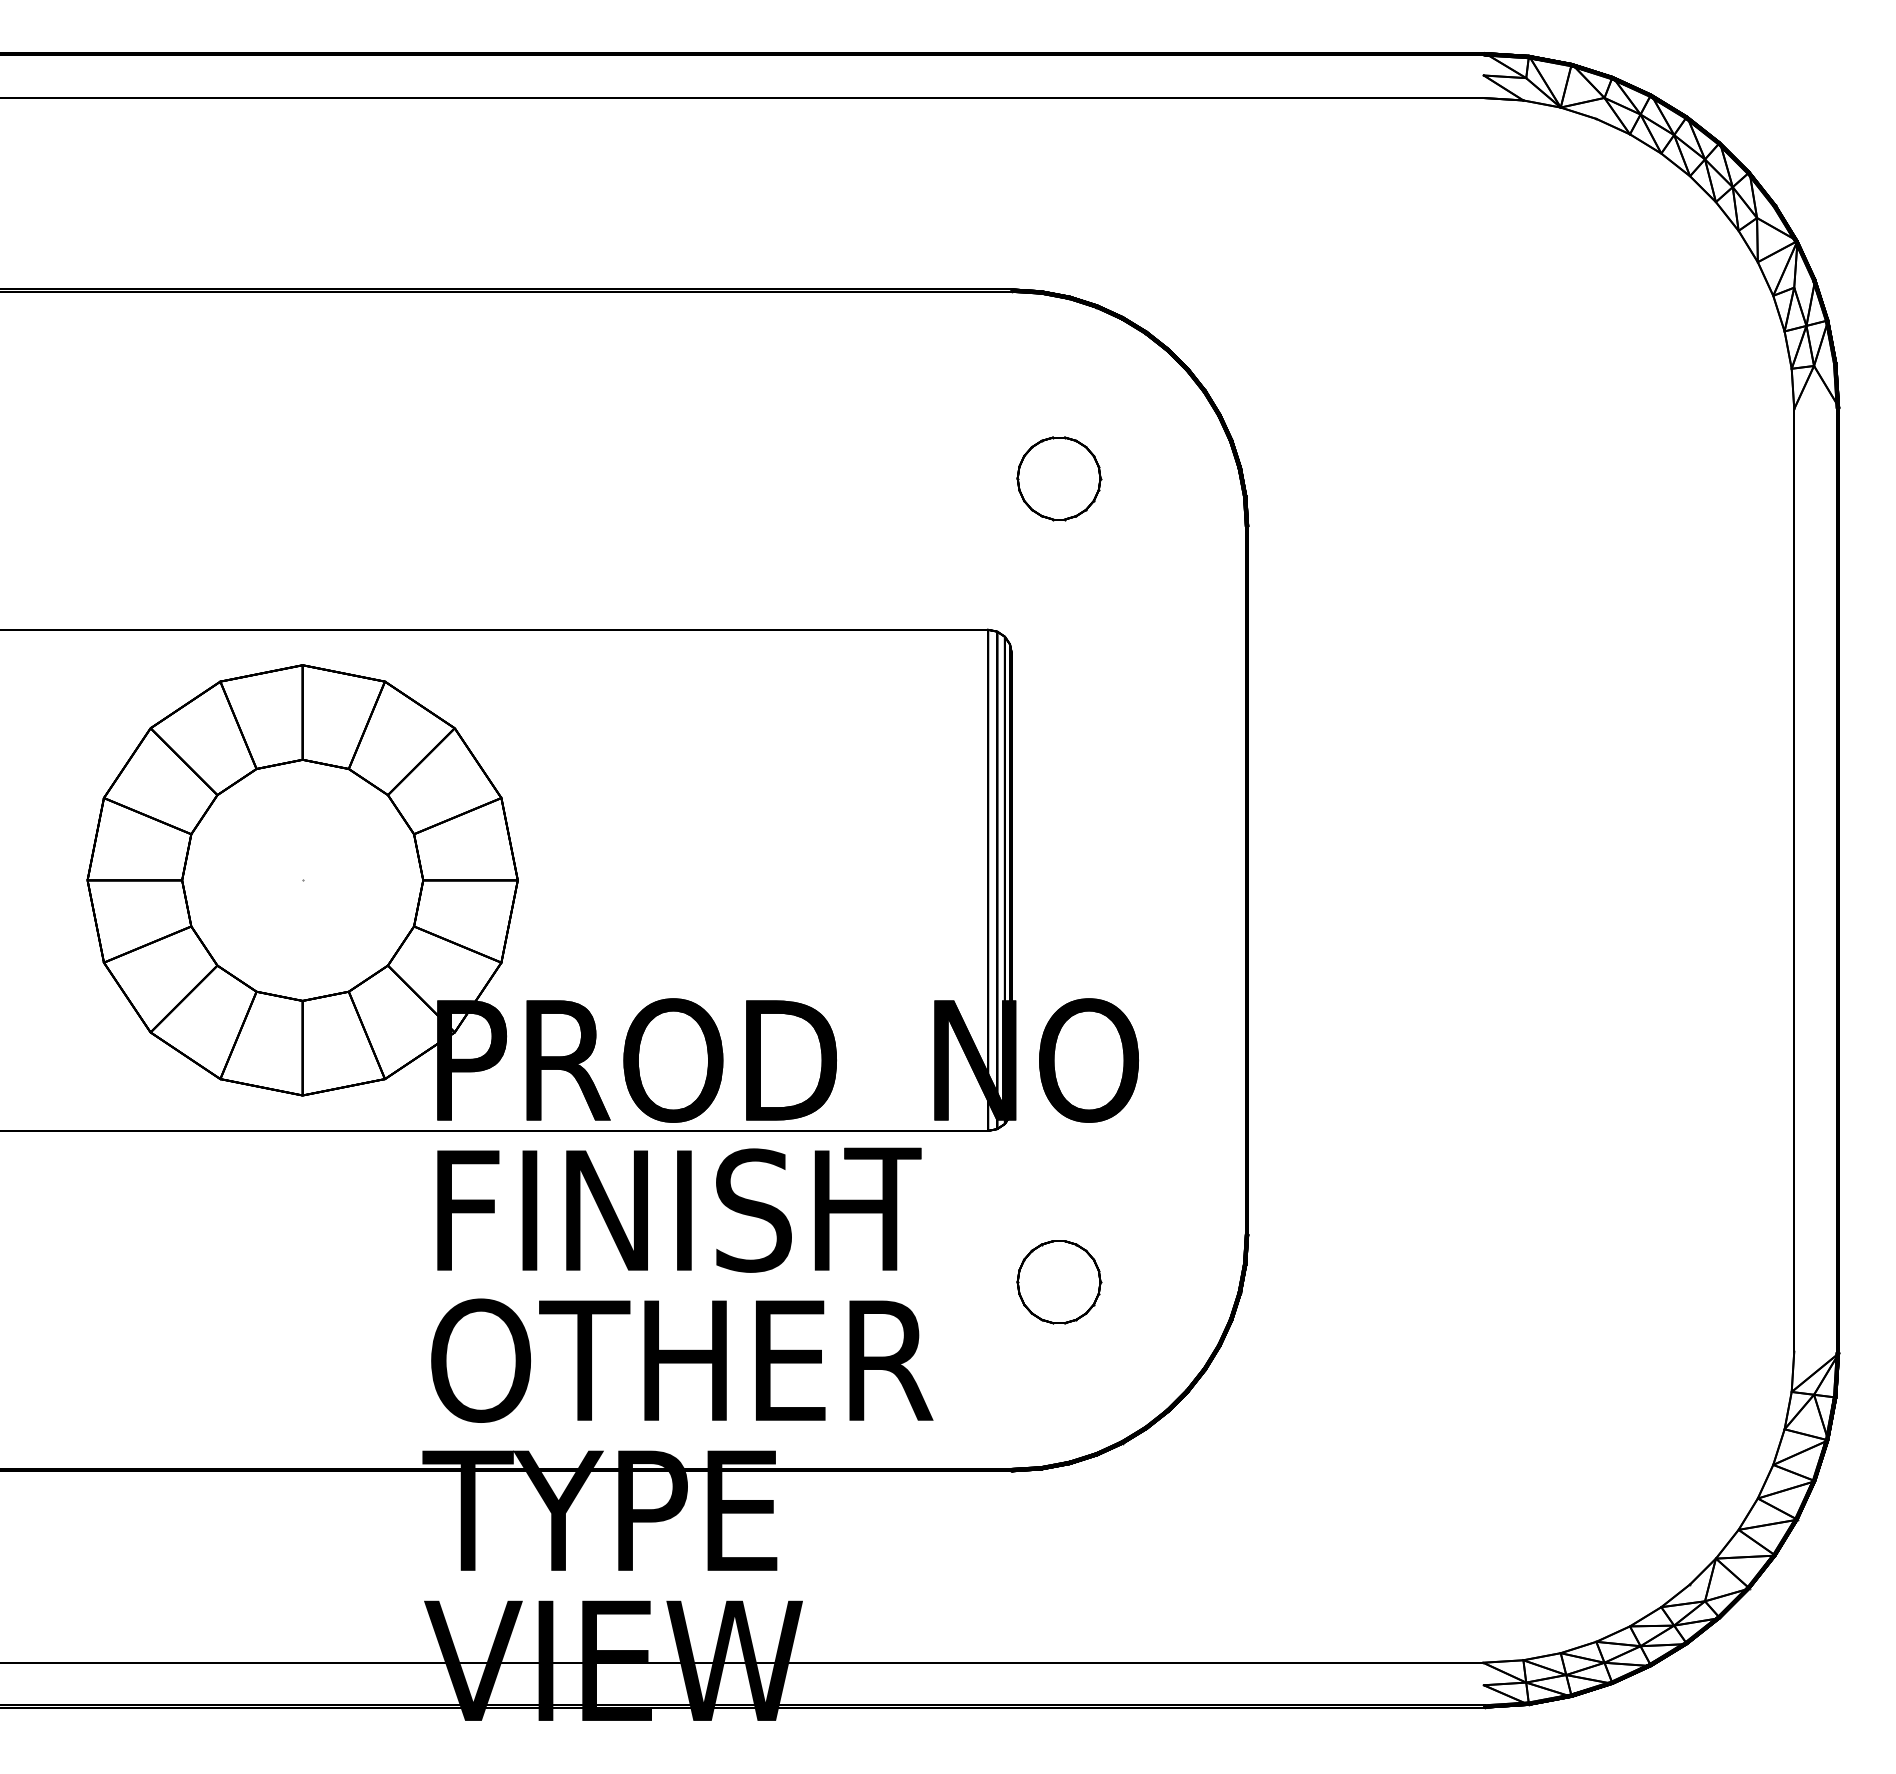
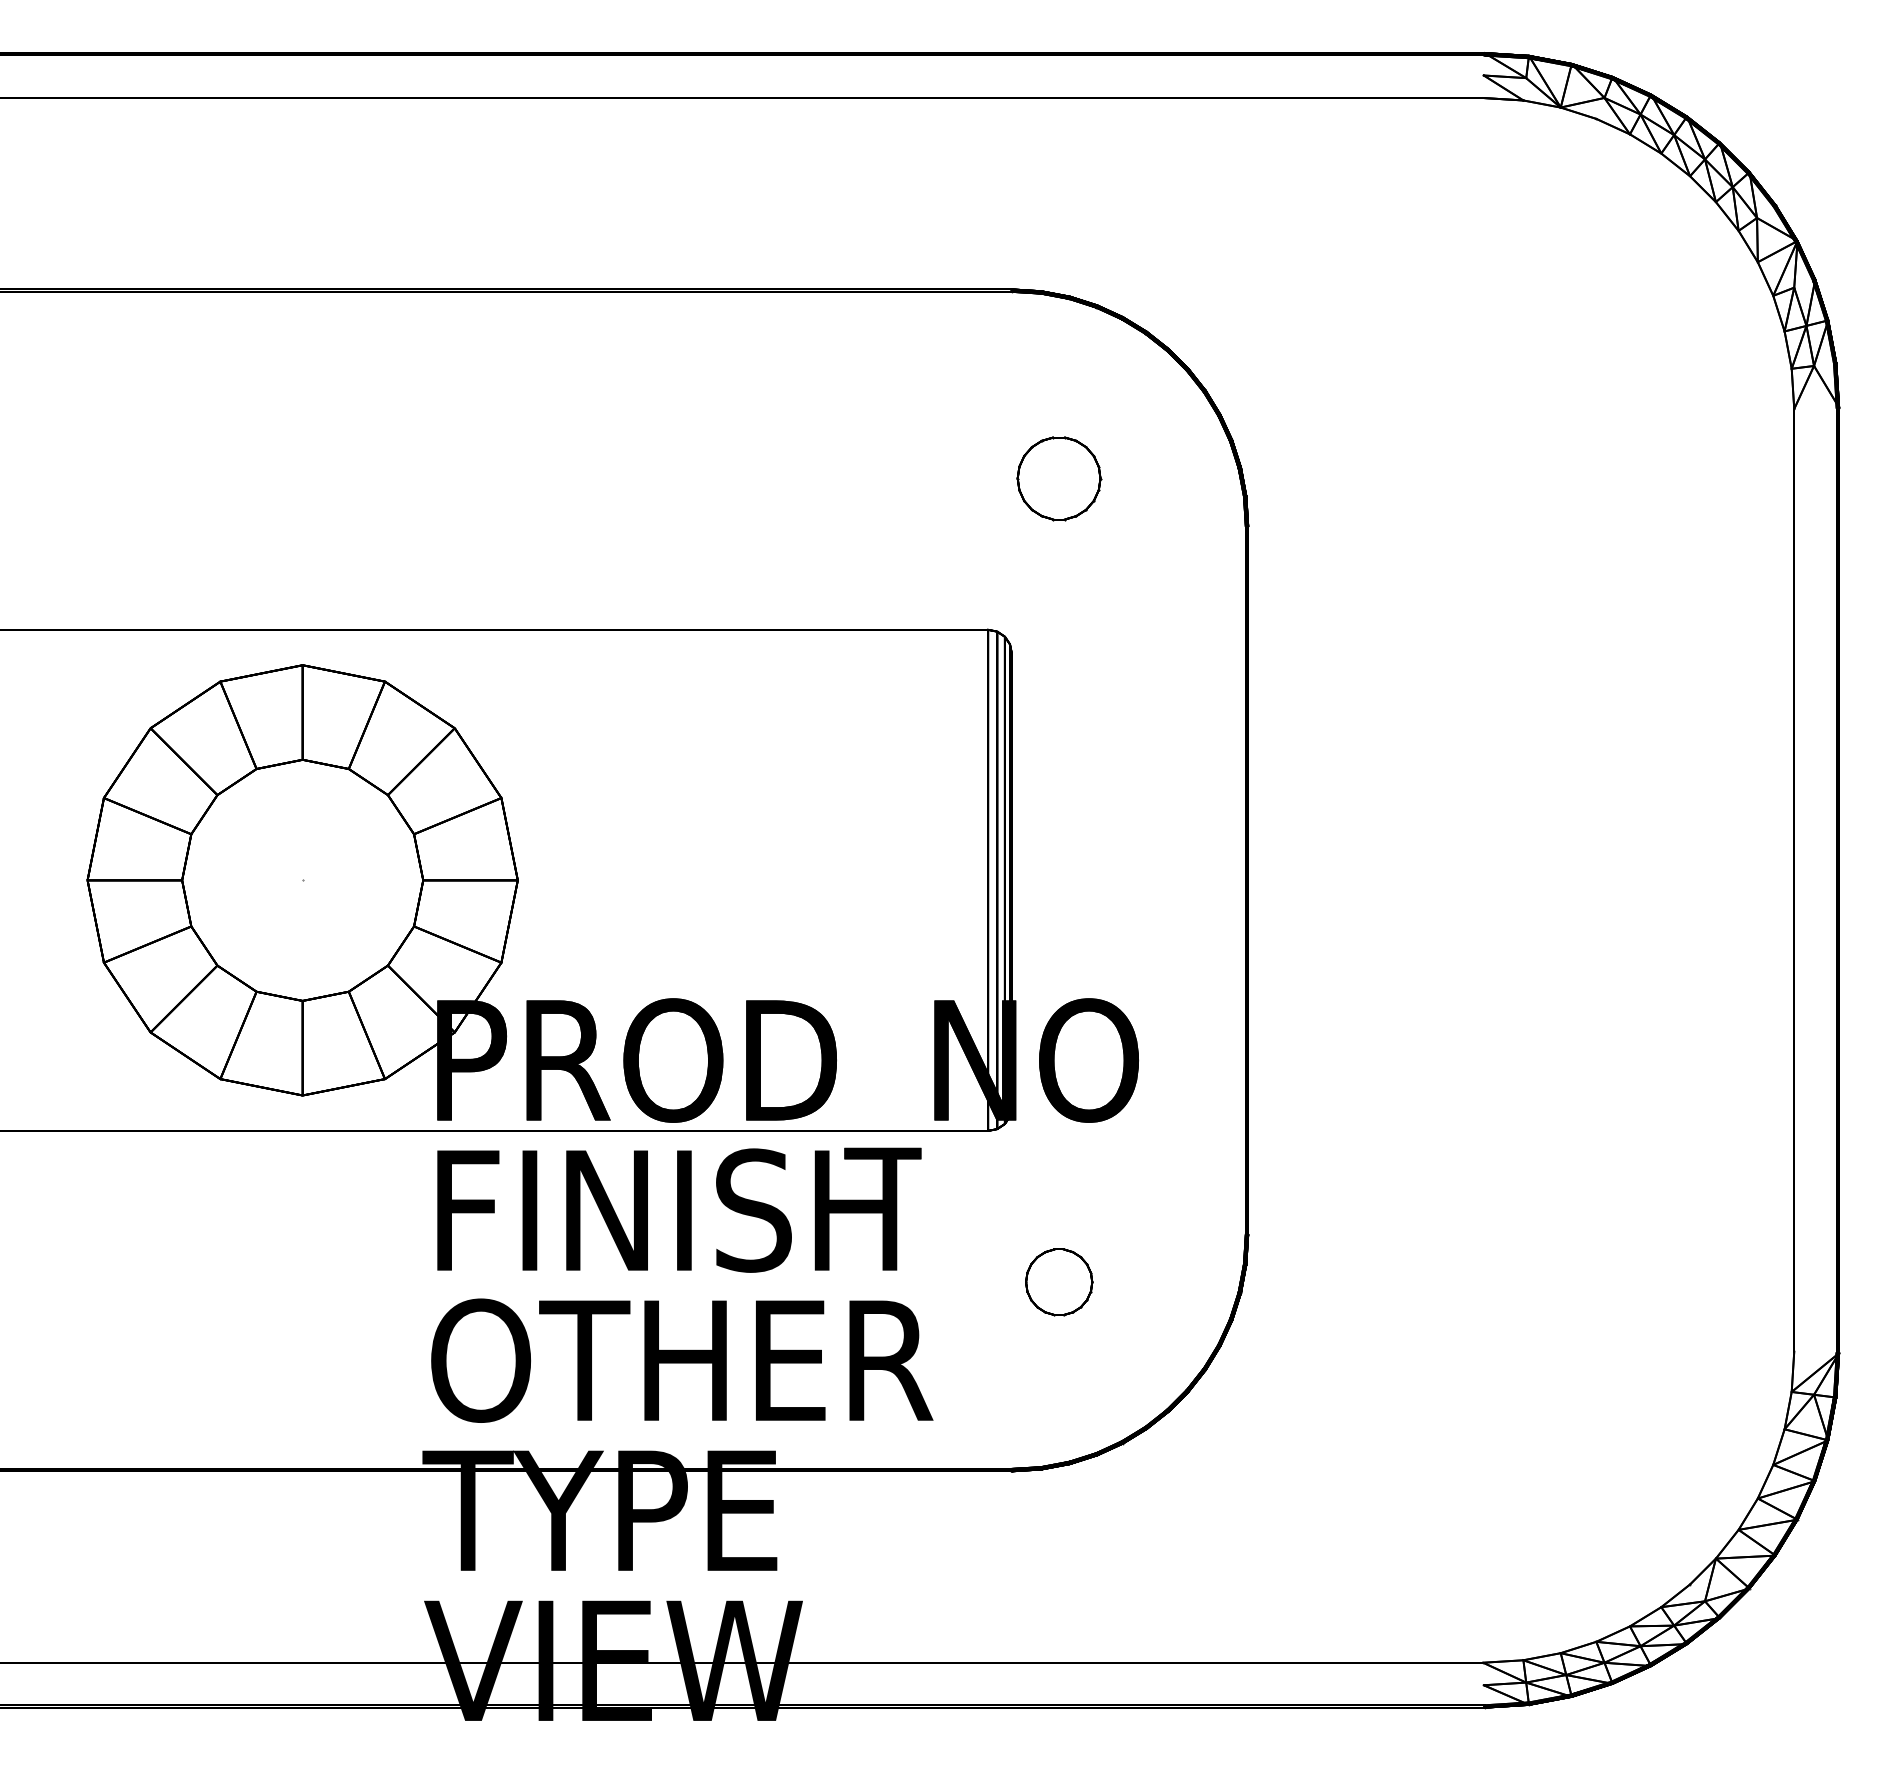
part at (1059, 1282) size: 87x85 px -> 69x69 px
